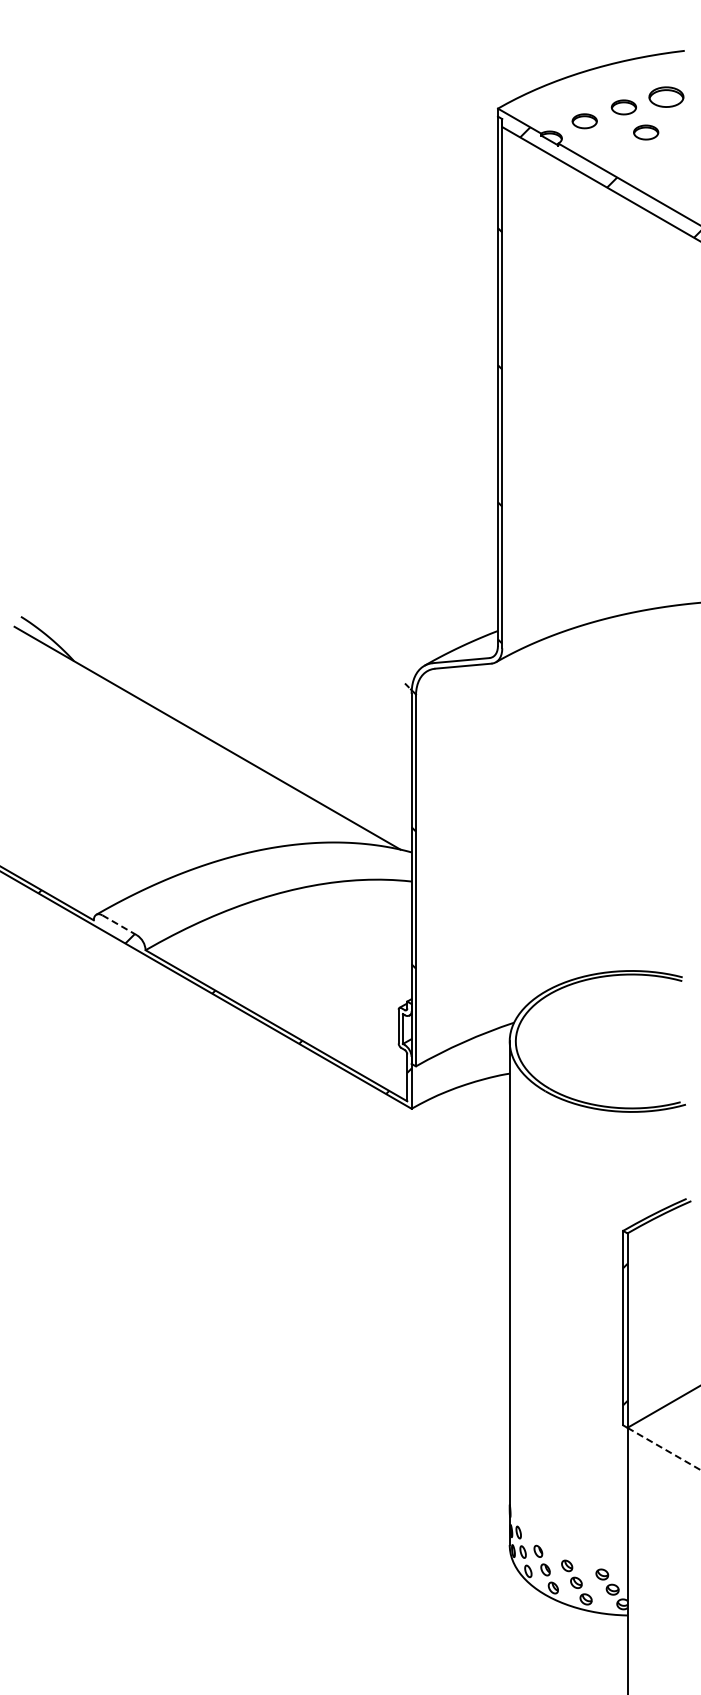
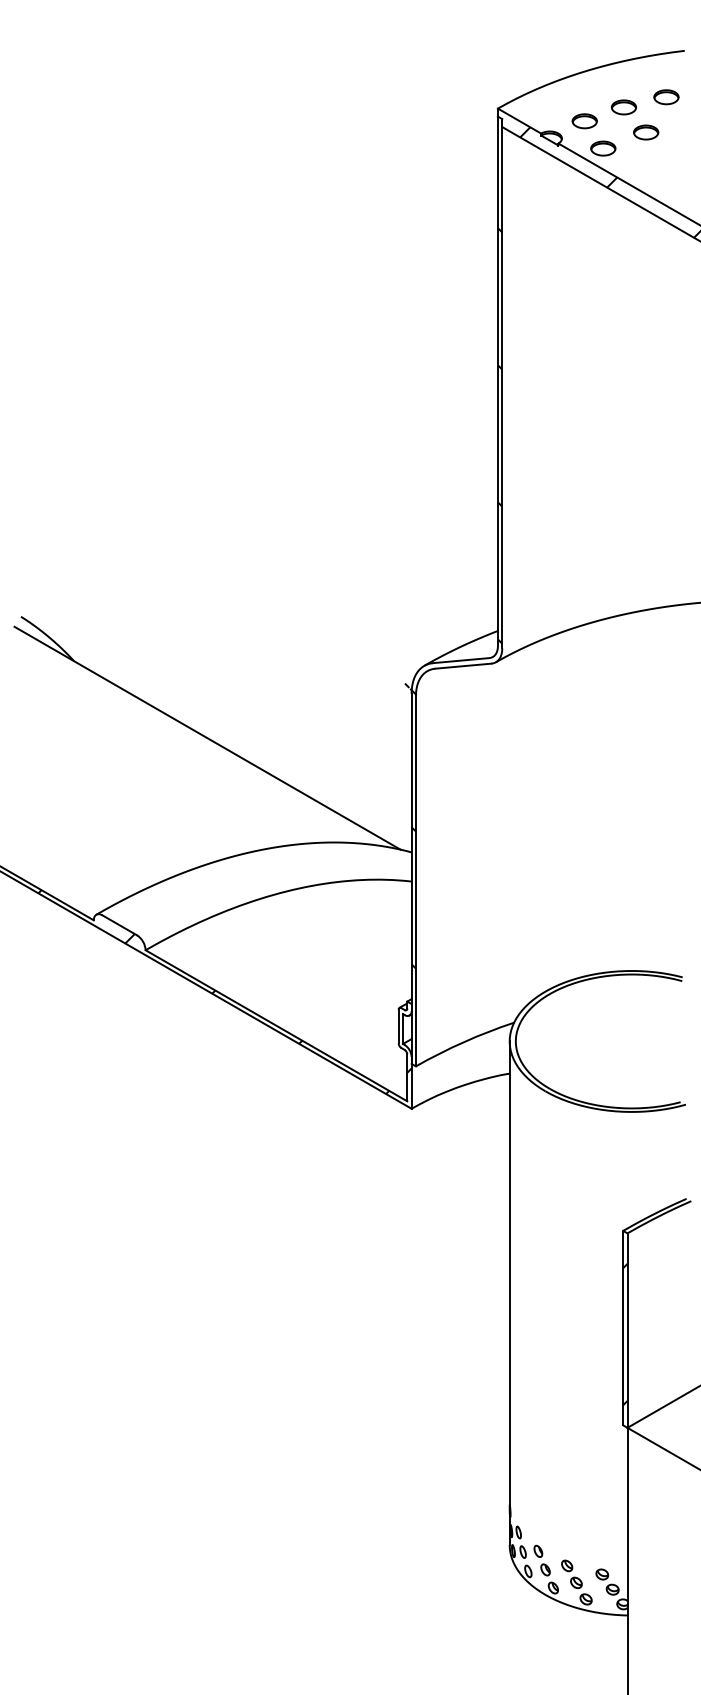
part at (666, 96) size: 37x22 px -> 27x17 px
part at (603, 148): none -> present
line at (119, 925): dashed -> solid
line at (664, 1449): dashed -> solid
